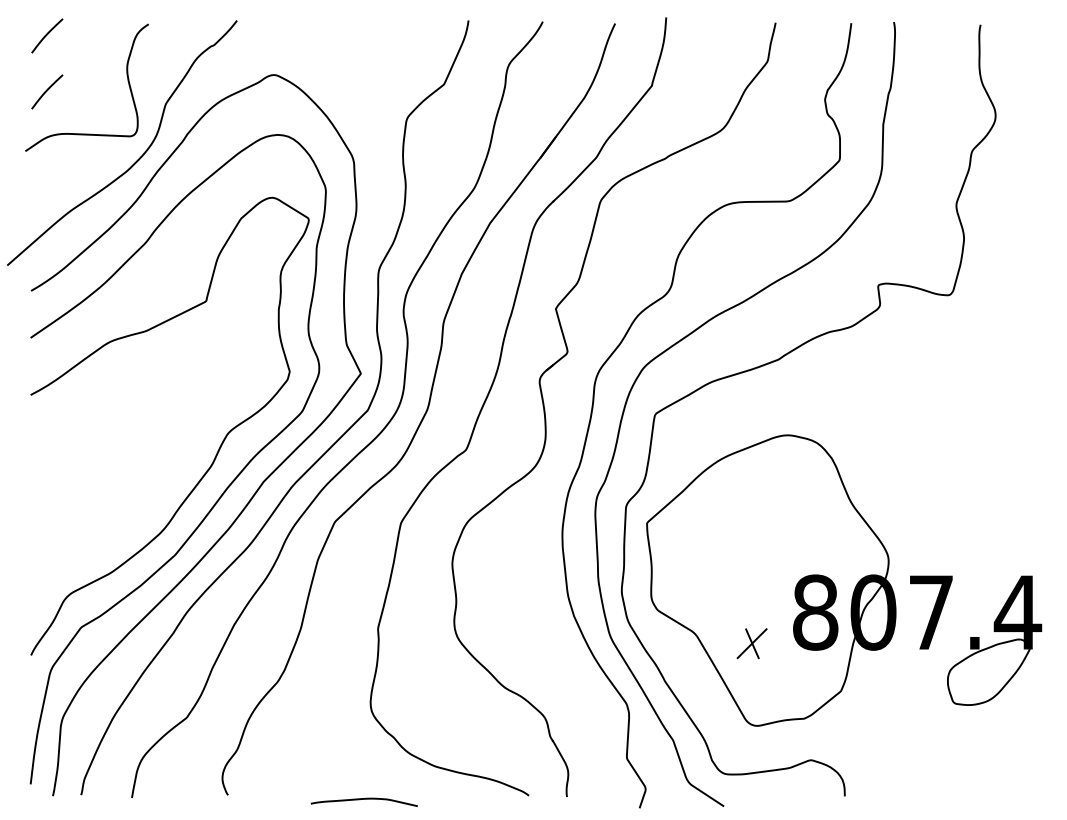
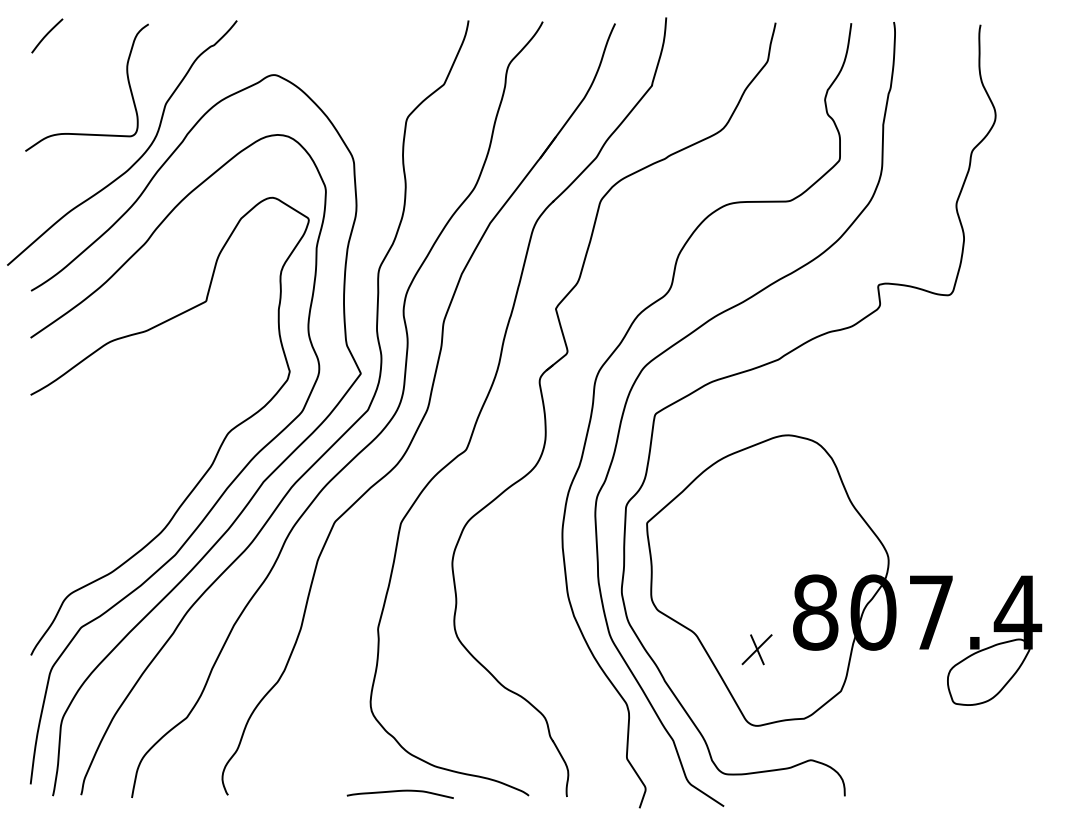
line at (47, 91): present -> none
part at (751, 643) position: (751, 643) -> (756, 649)
curve at (363, 799) position: (363, 799) -> (399, 791)
